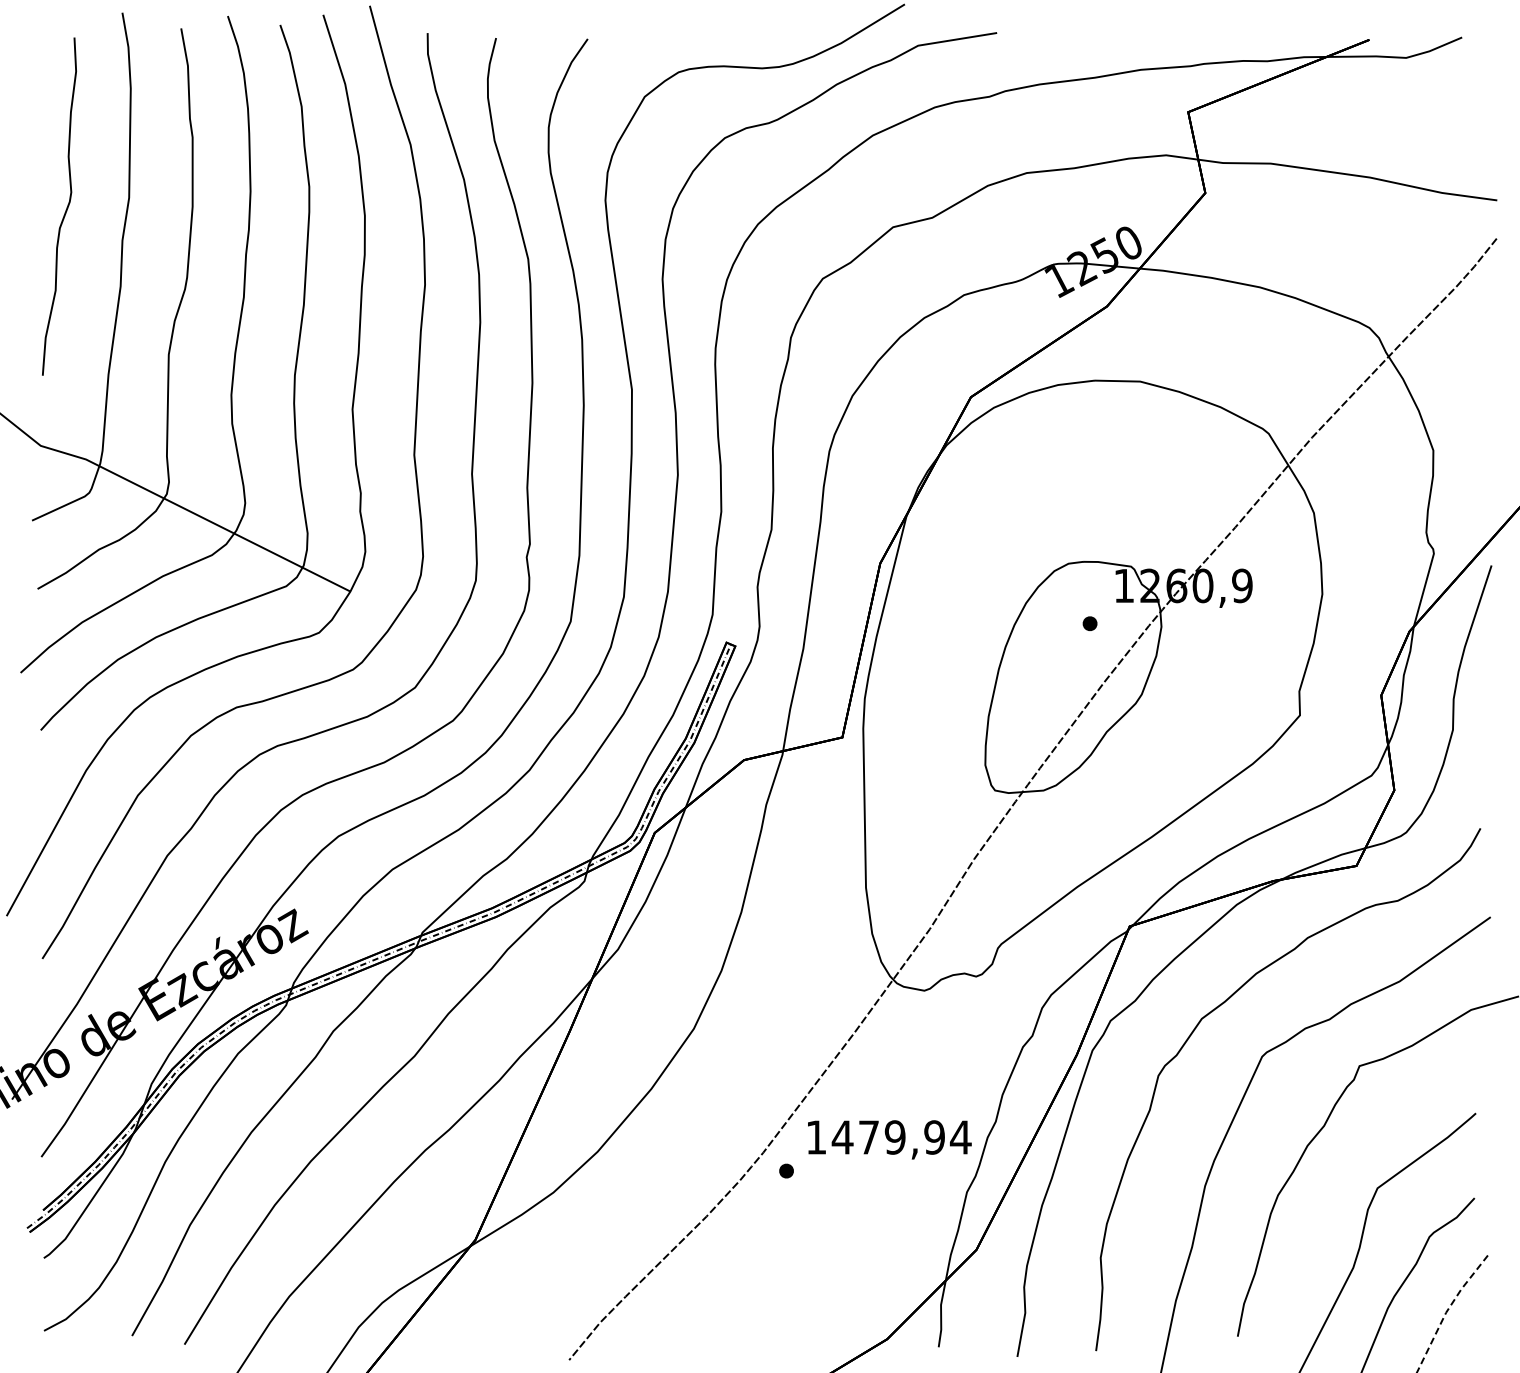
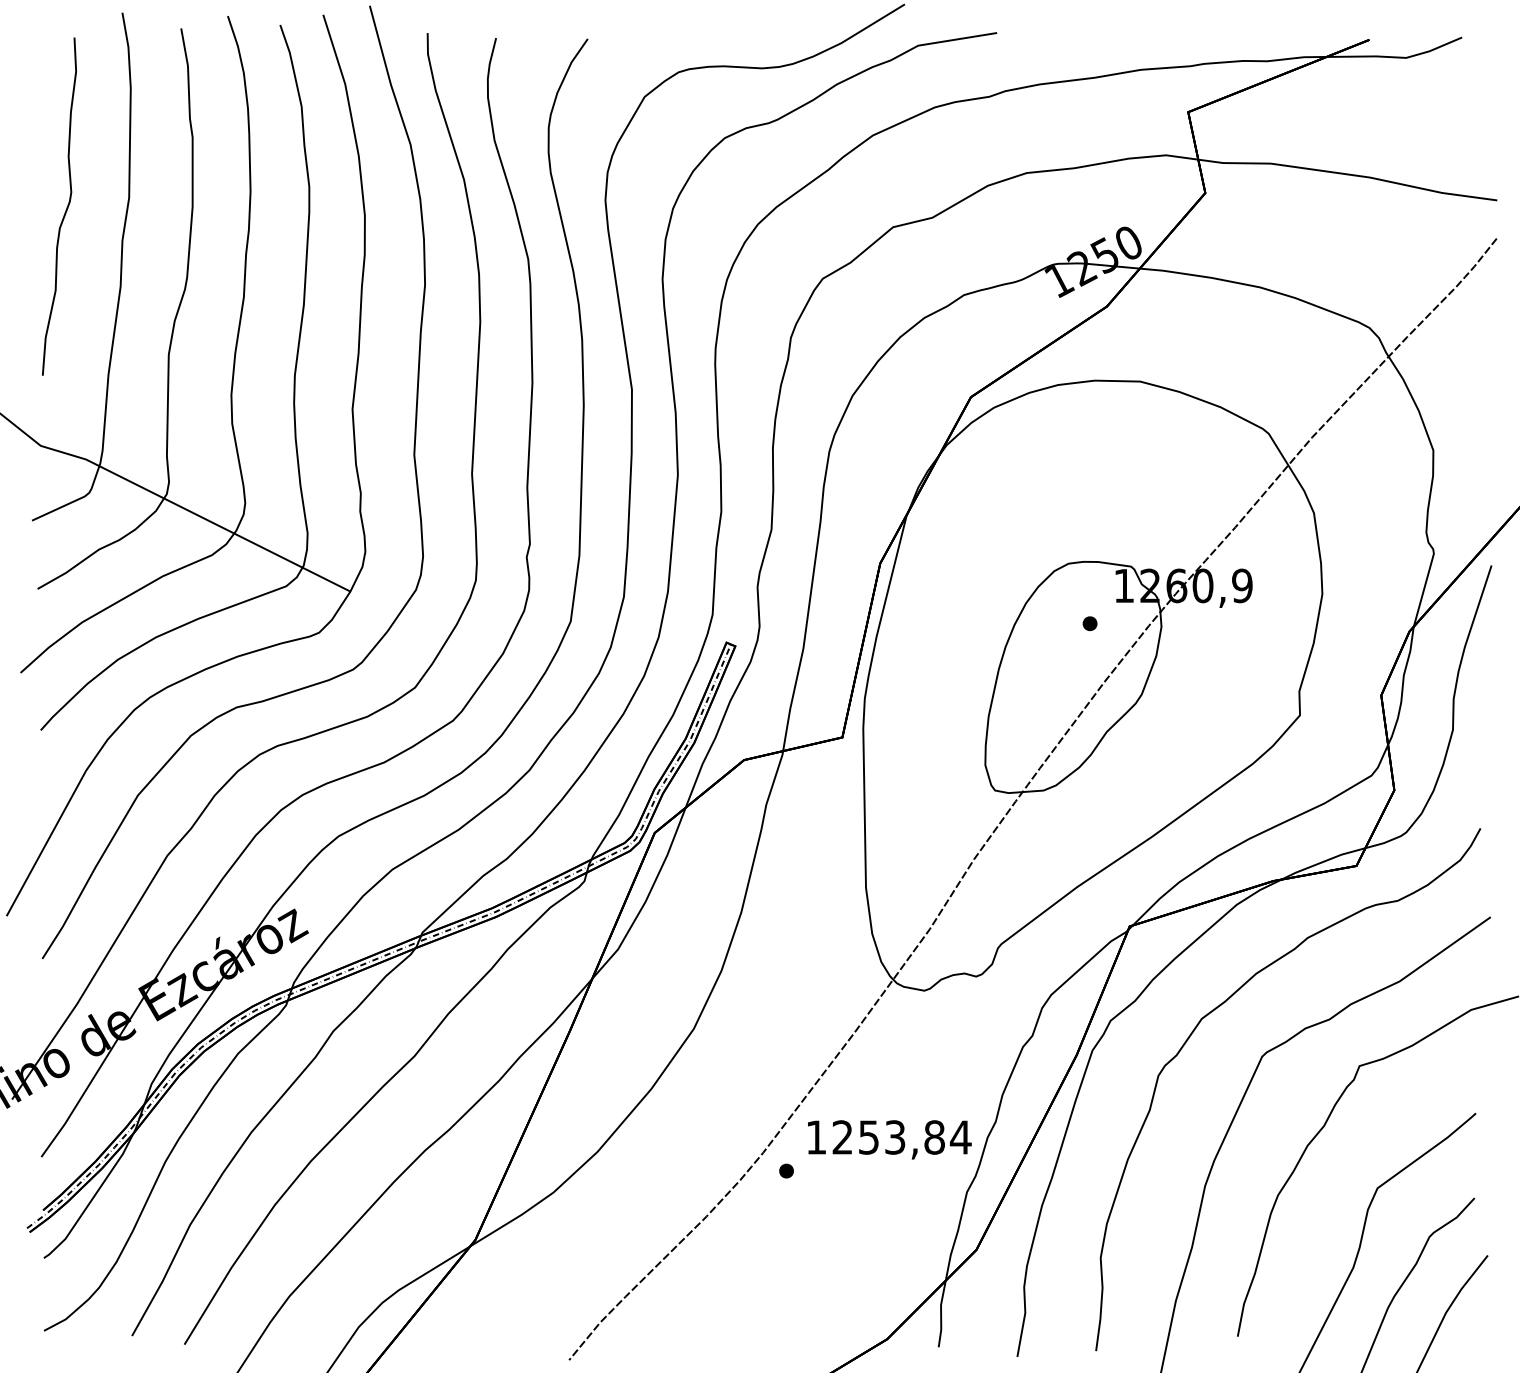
text at (887, 1137): 1479,94 -> 1253,84
line at (1447, 1311): dashed -> solid
